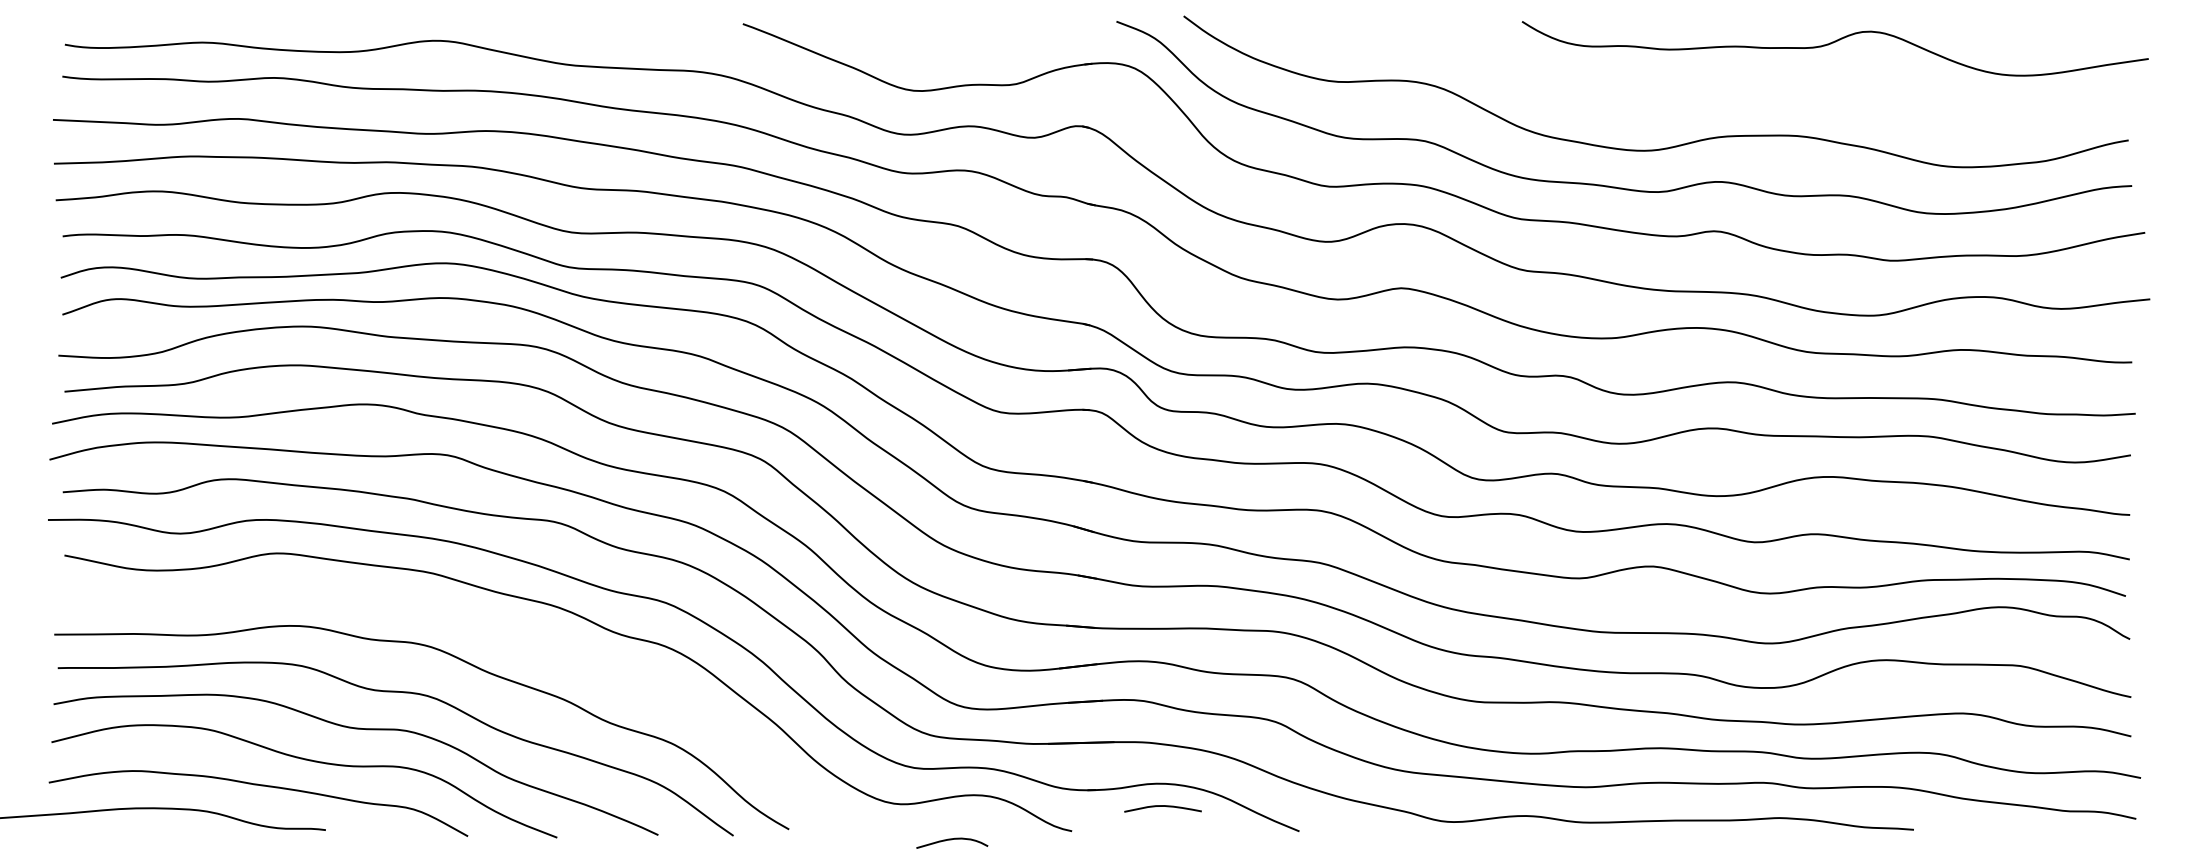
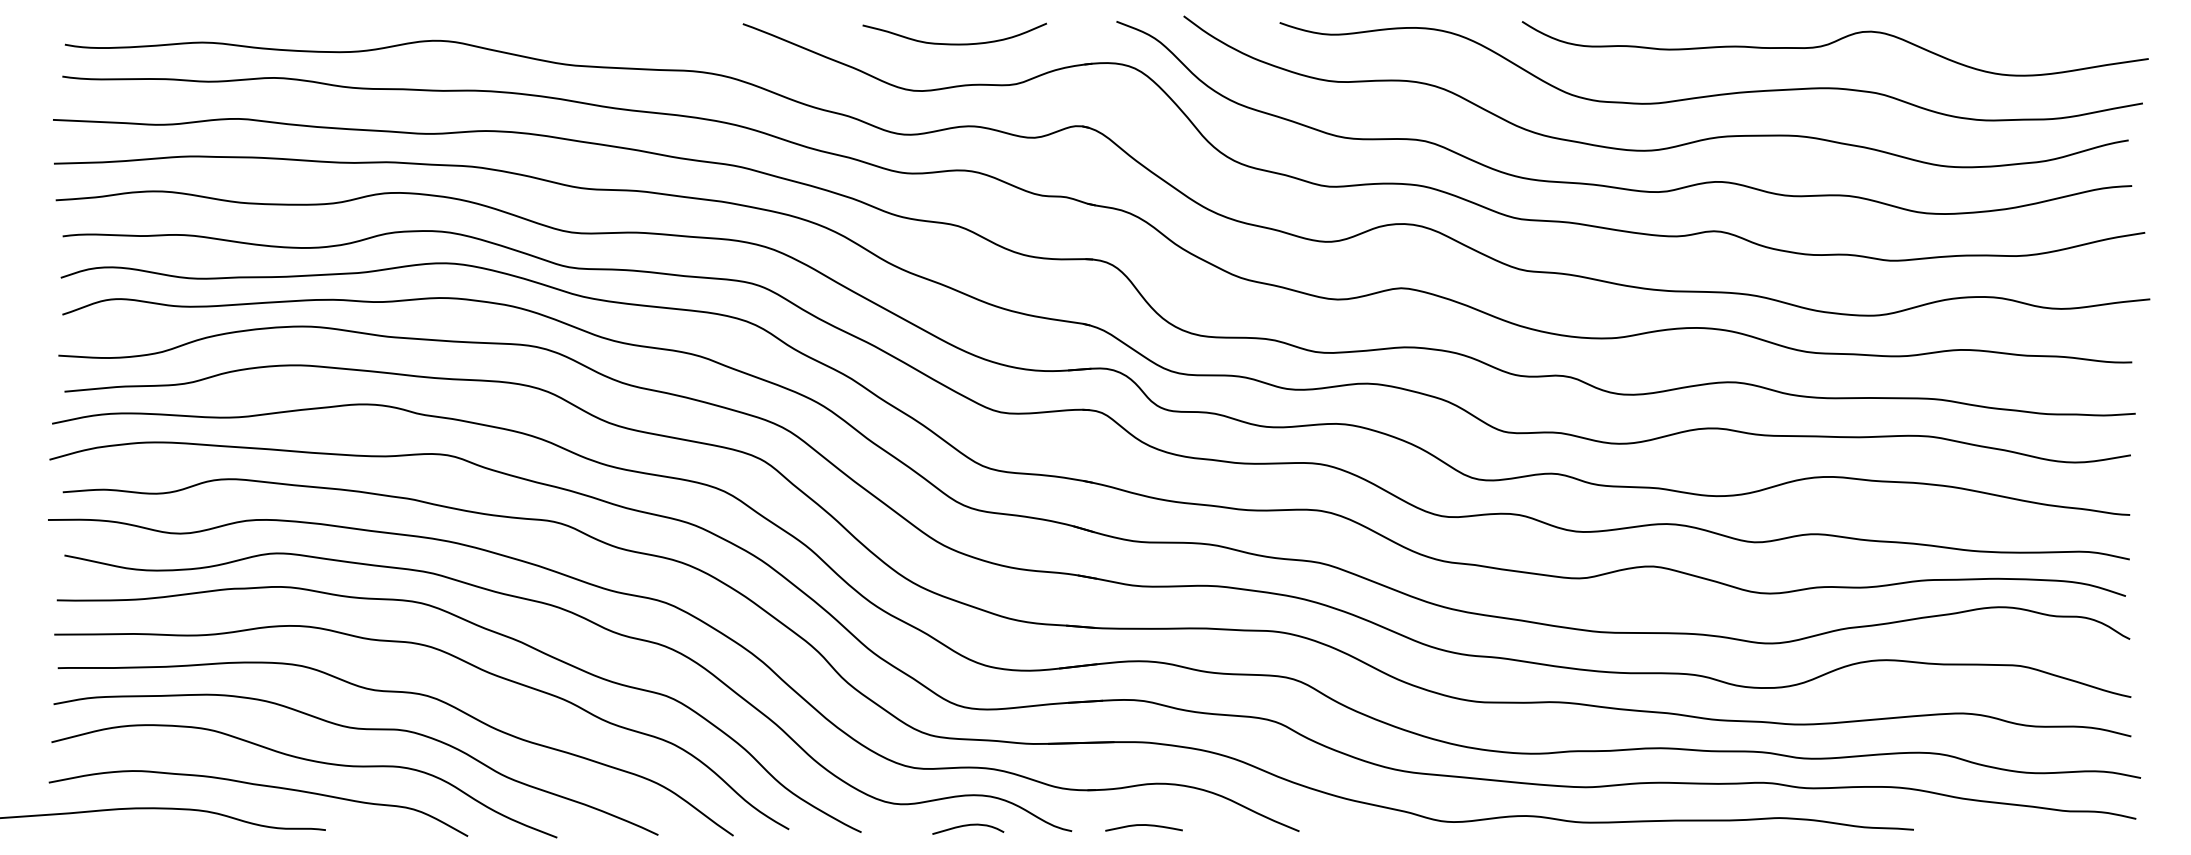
curve at (954, 43): none -> present
curve at (1712, 94): none -> present
curve at (486, 630): none -> present
curve at (1162, 806) position: (1162, 806) -> (1143, 825)
curve at (951, 840) position: (951, 840) -> (967, 826)
